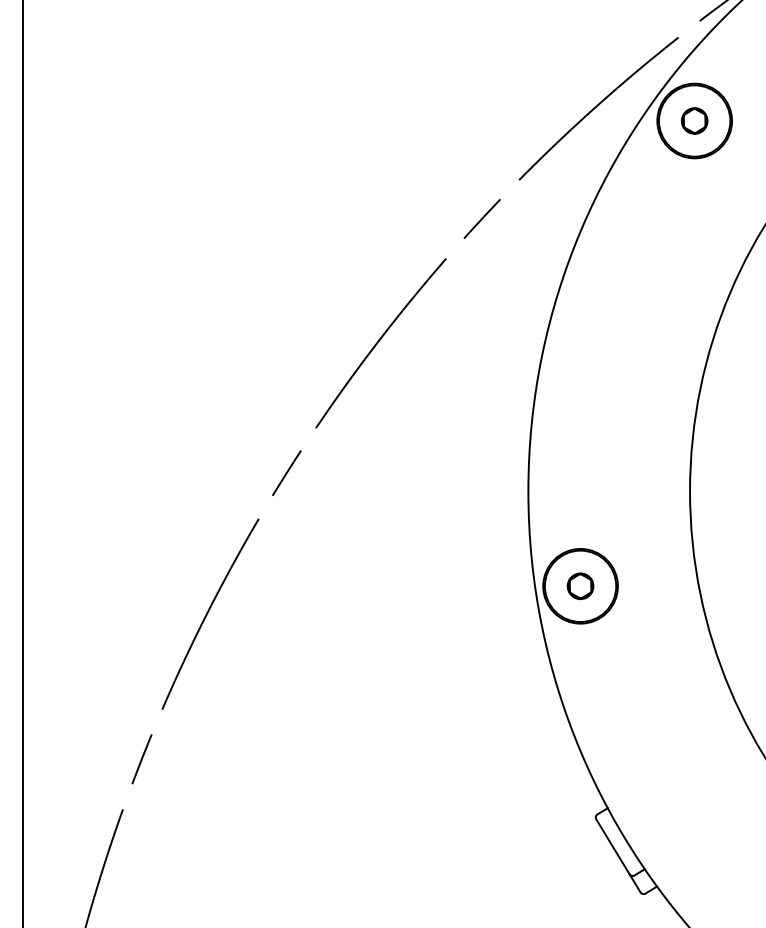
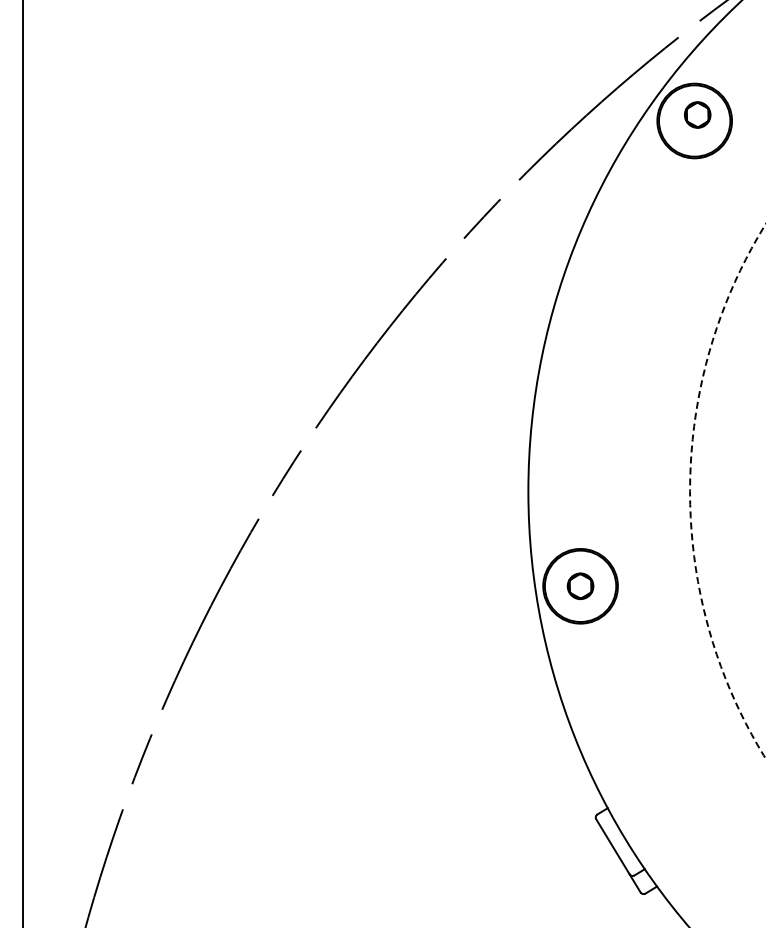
part at (694, 120) position: (694, 120) -> (697, 114)
circle at (727, 491): solid -> dashed
